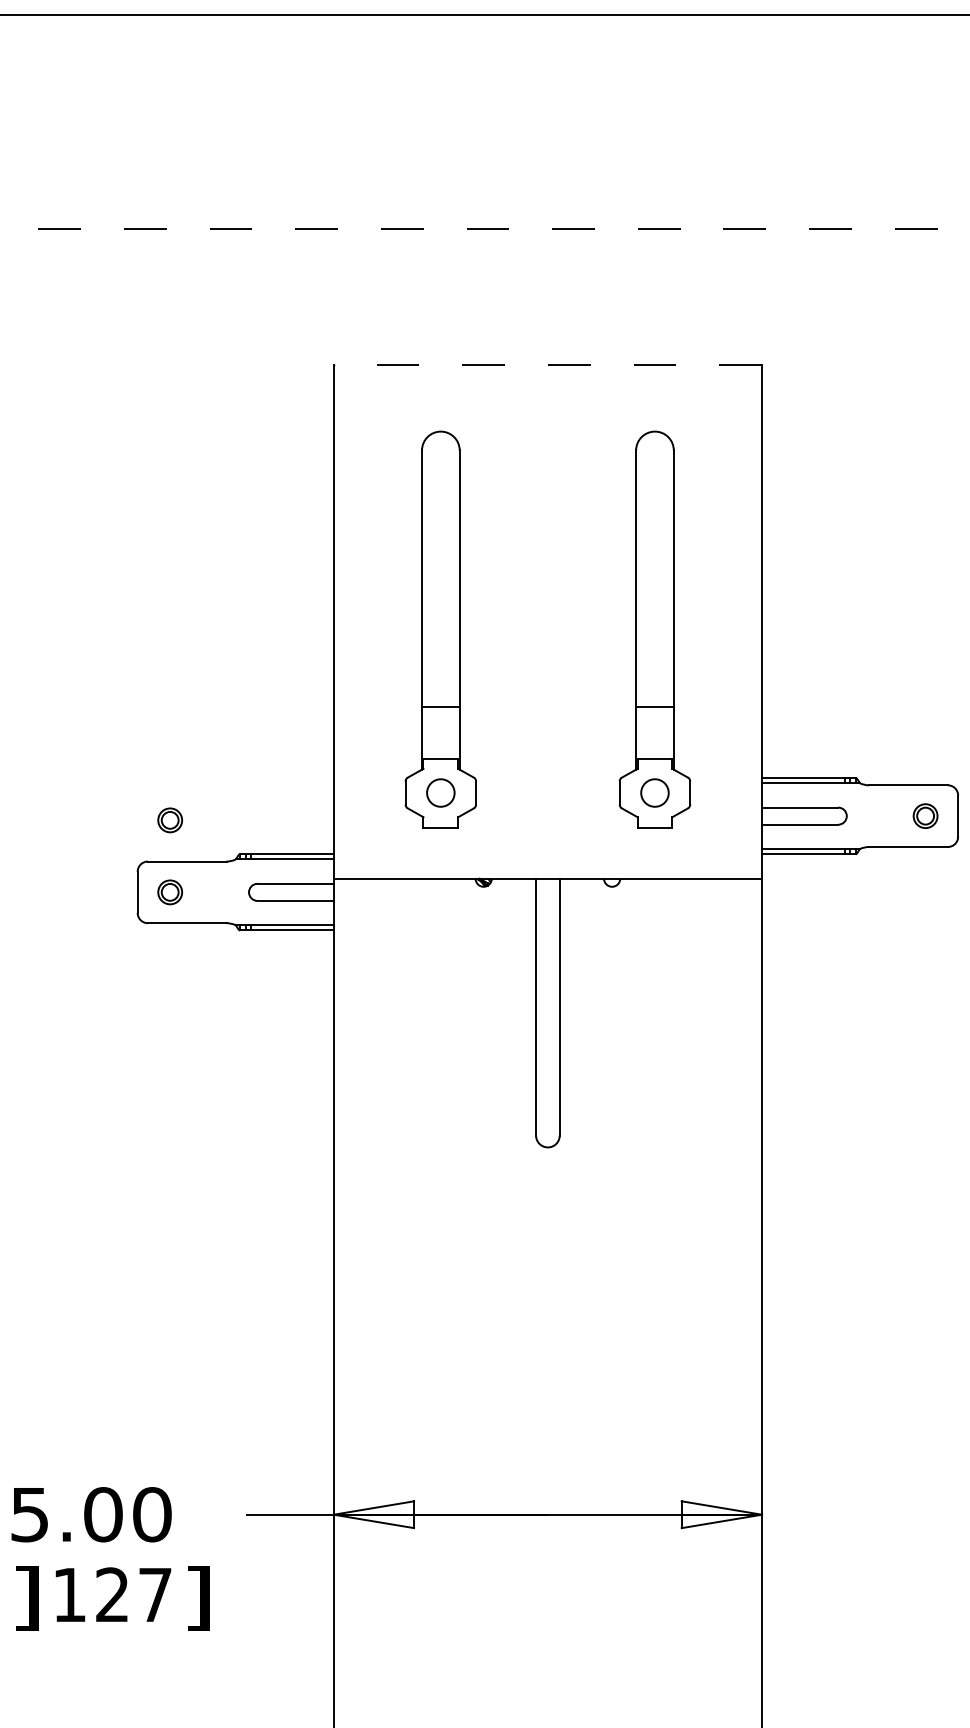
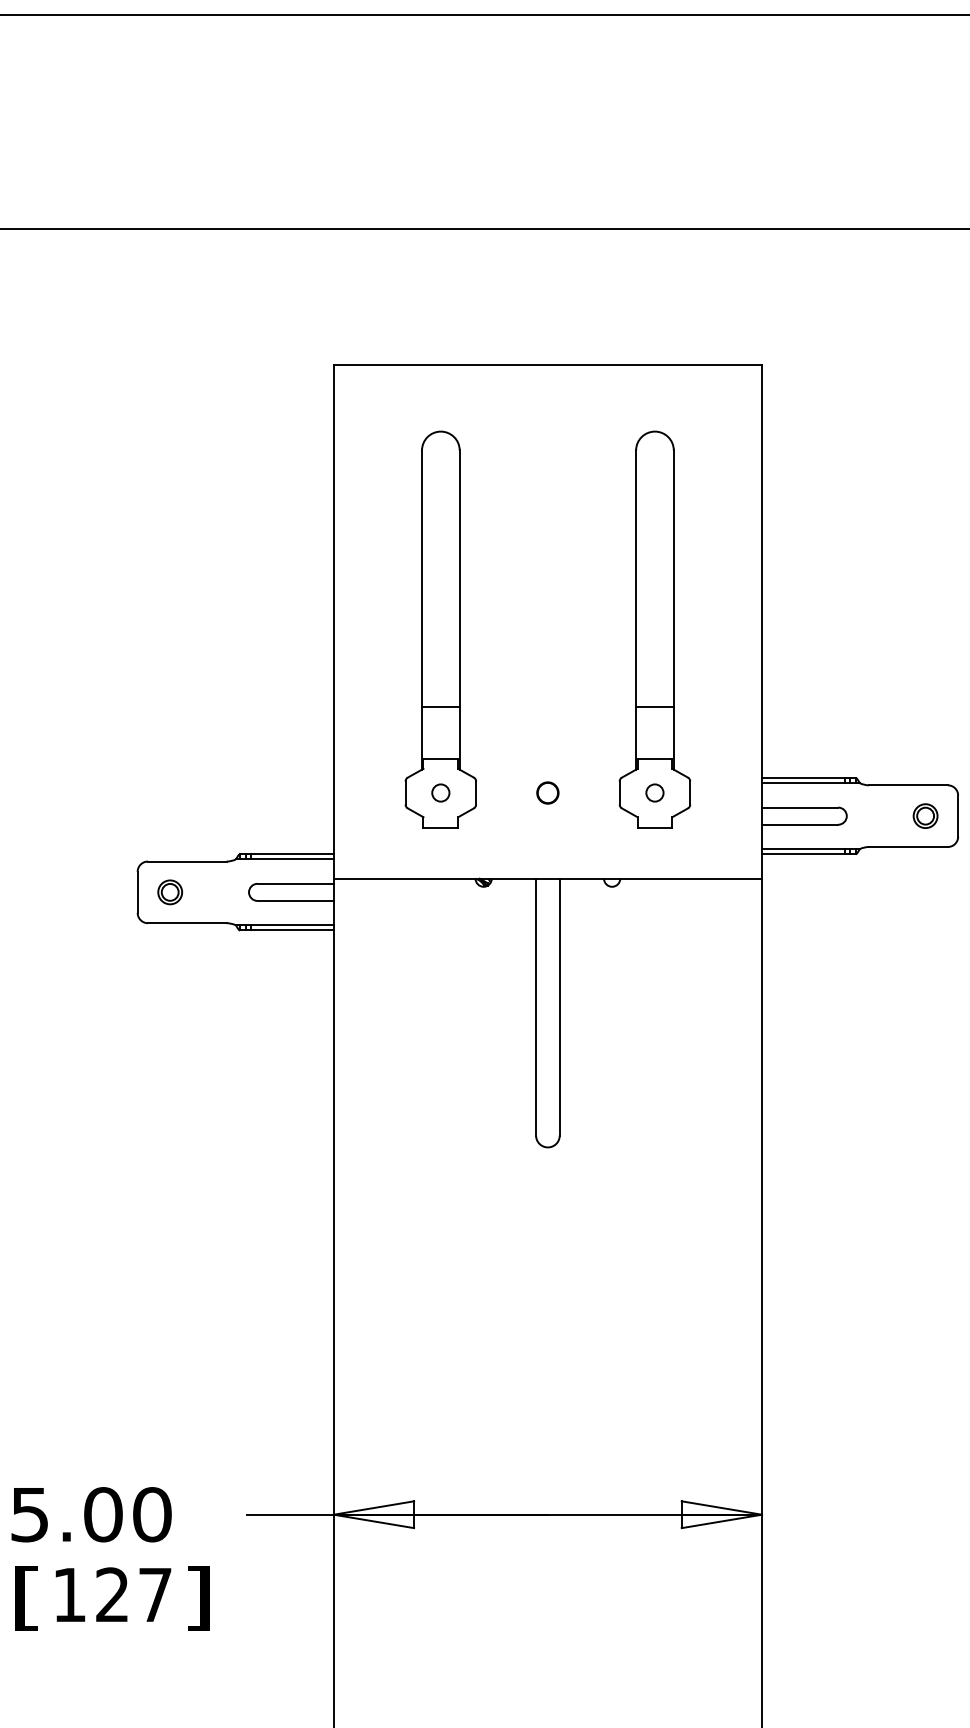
line at (484, 228): dashed -> solid
line at (547, 364): dashed -> solid
circle at (440, 792) diameter: 28 px -> 17 px
circle at (547, 792): none -> present
circle at (654, 792) diameter: 28 px -> 17 px
part at (169, 820): present -> none
text at (26, 1598): ] -> [
